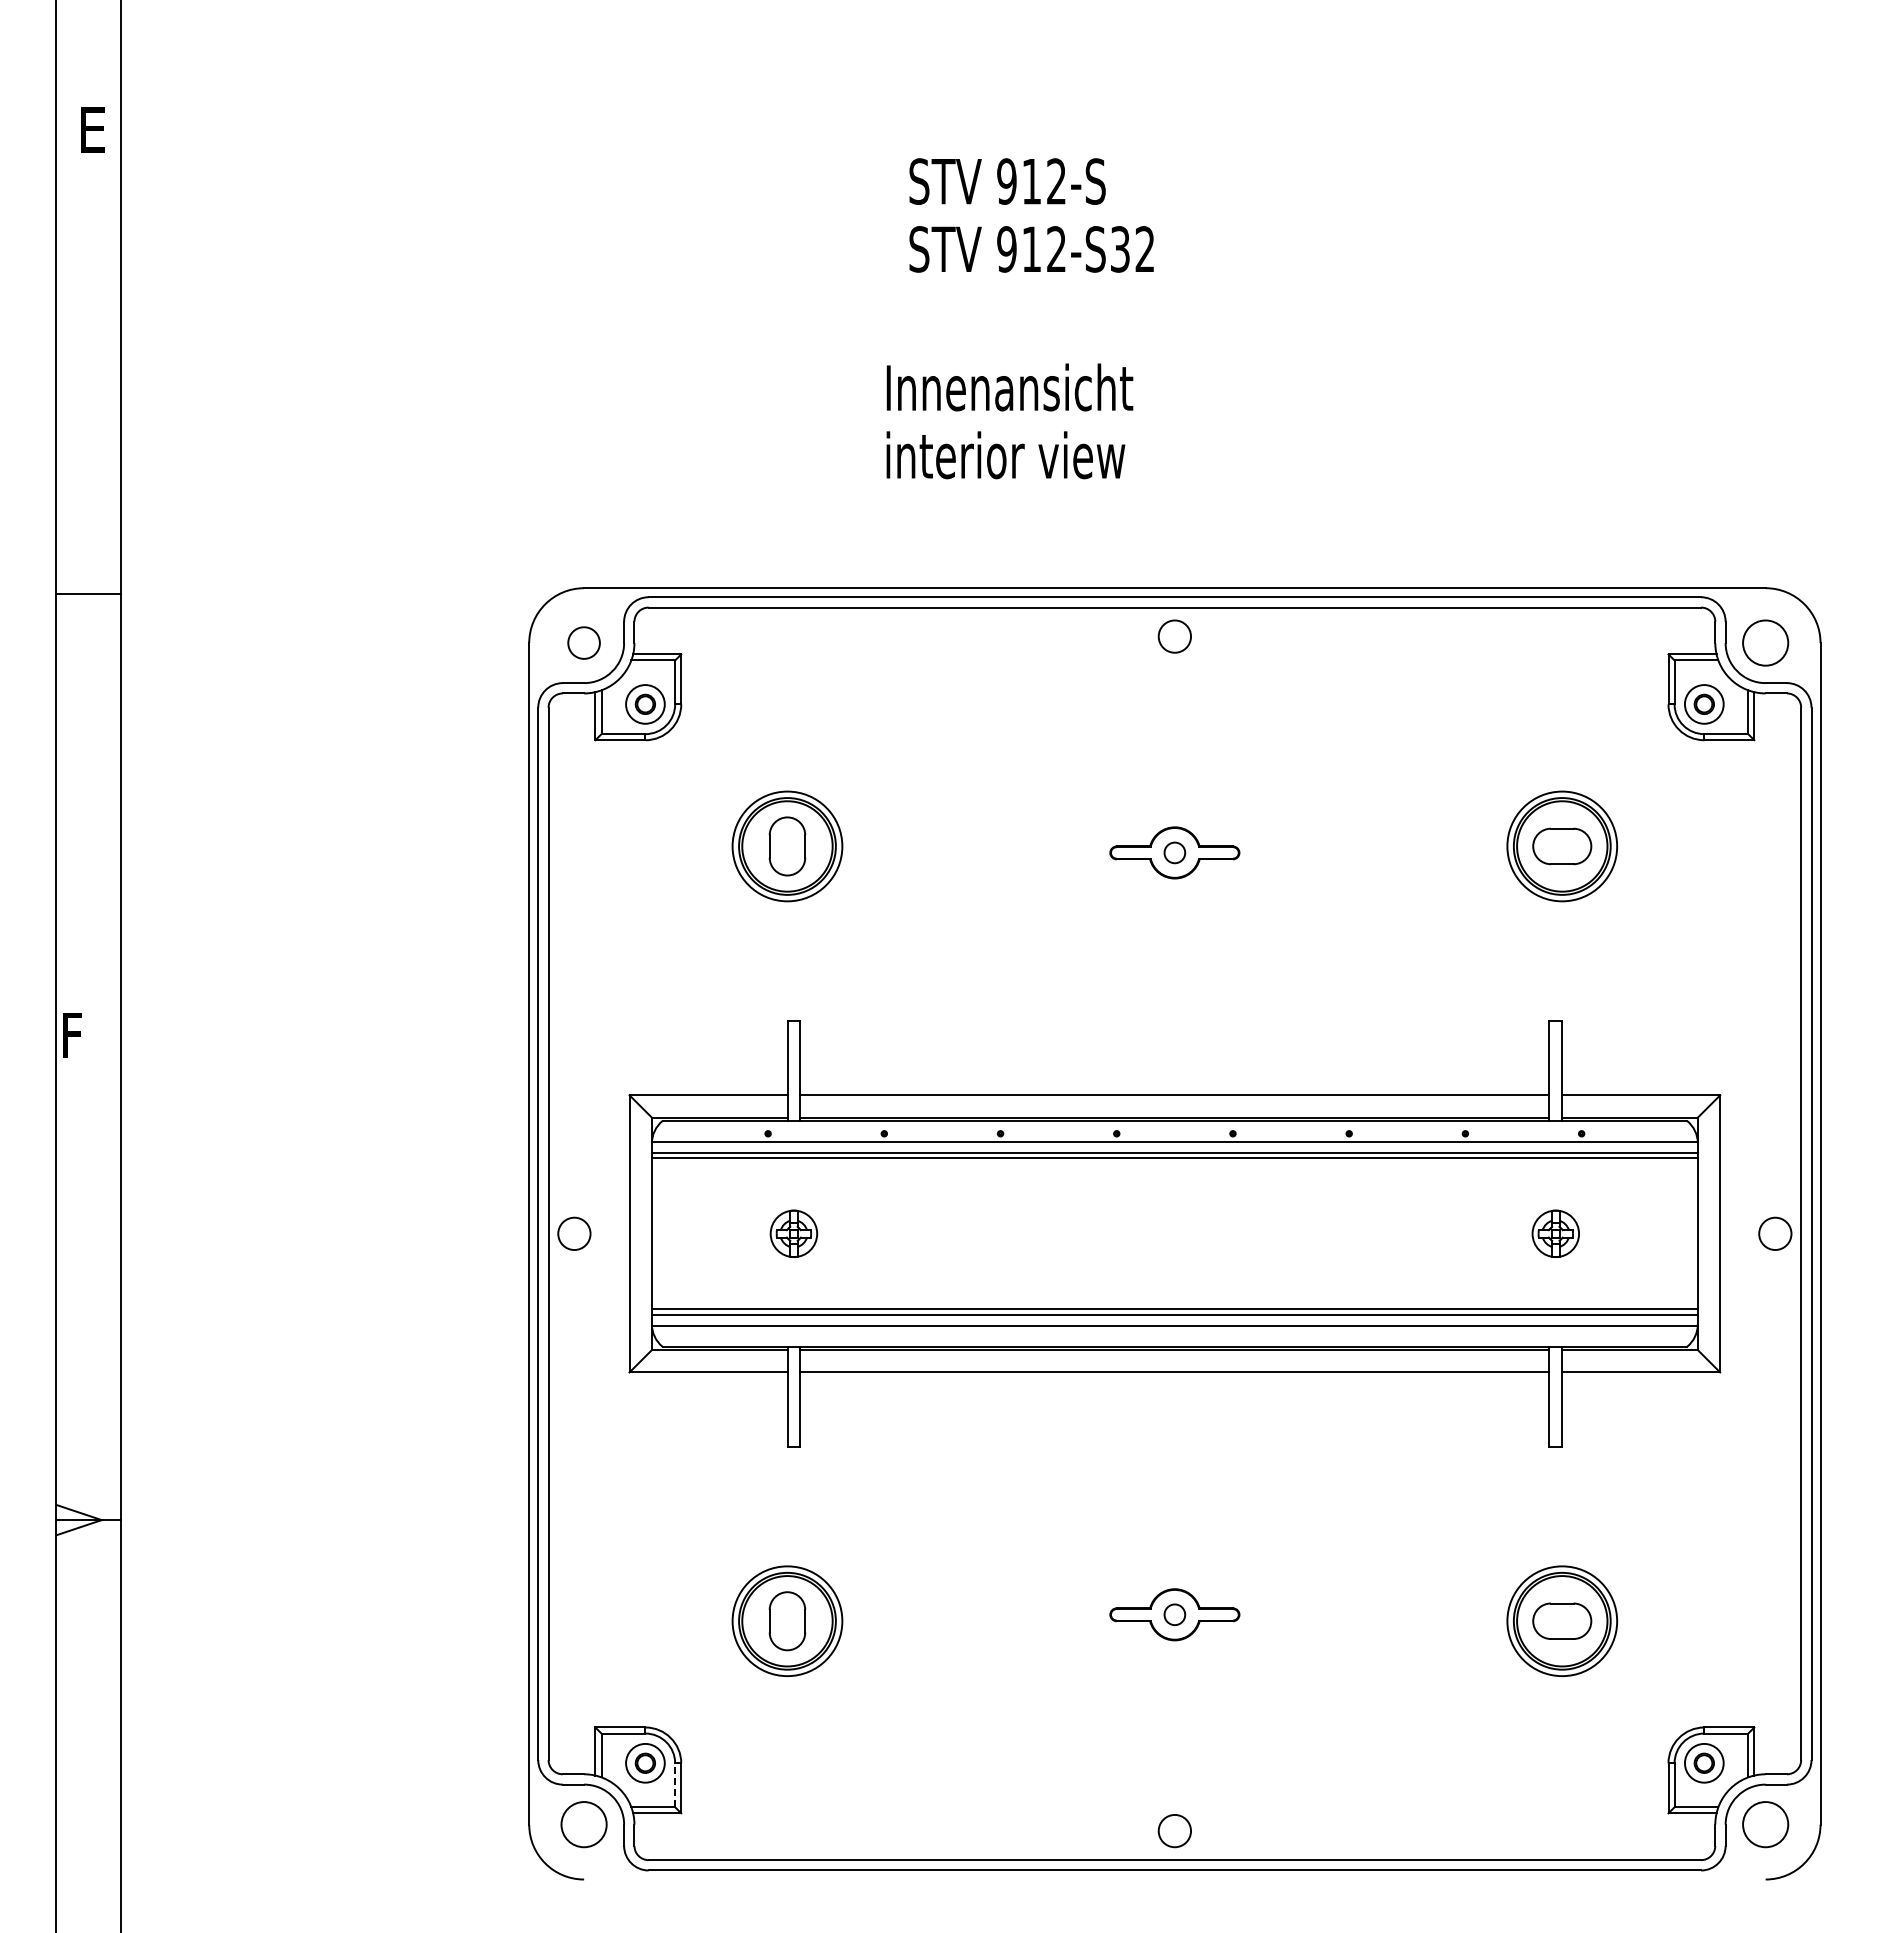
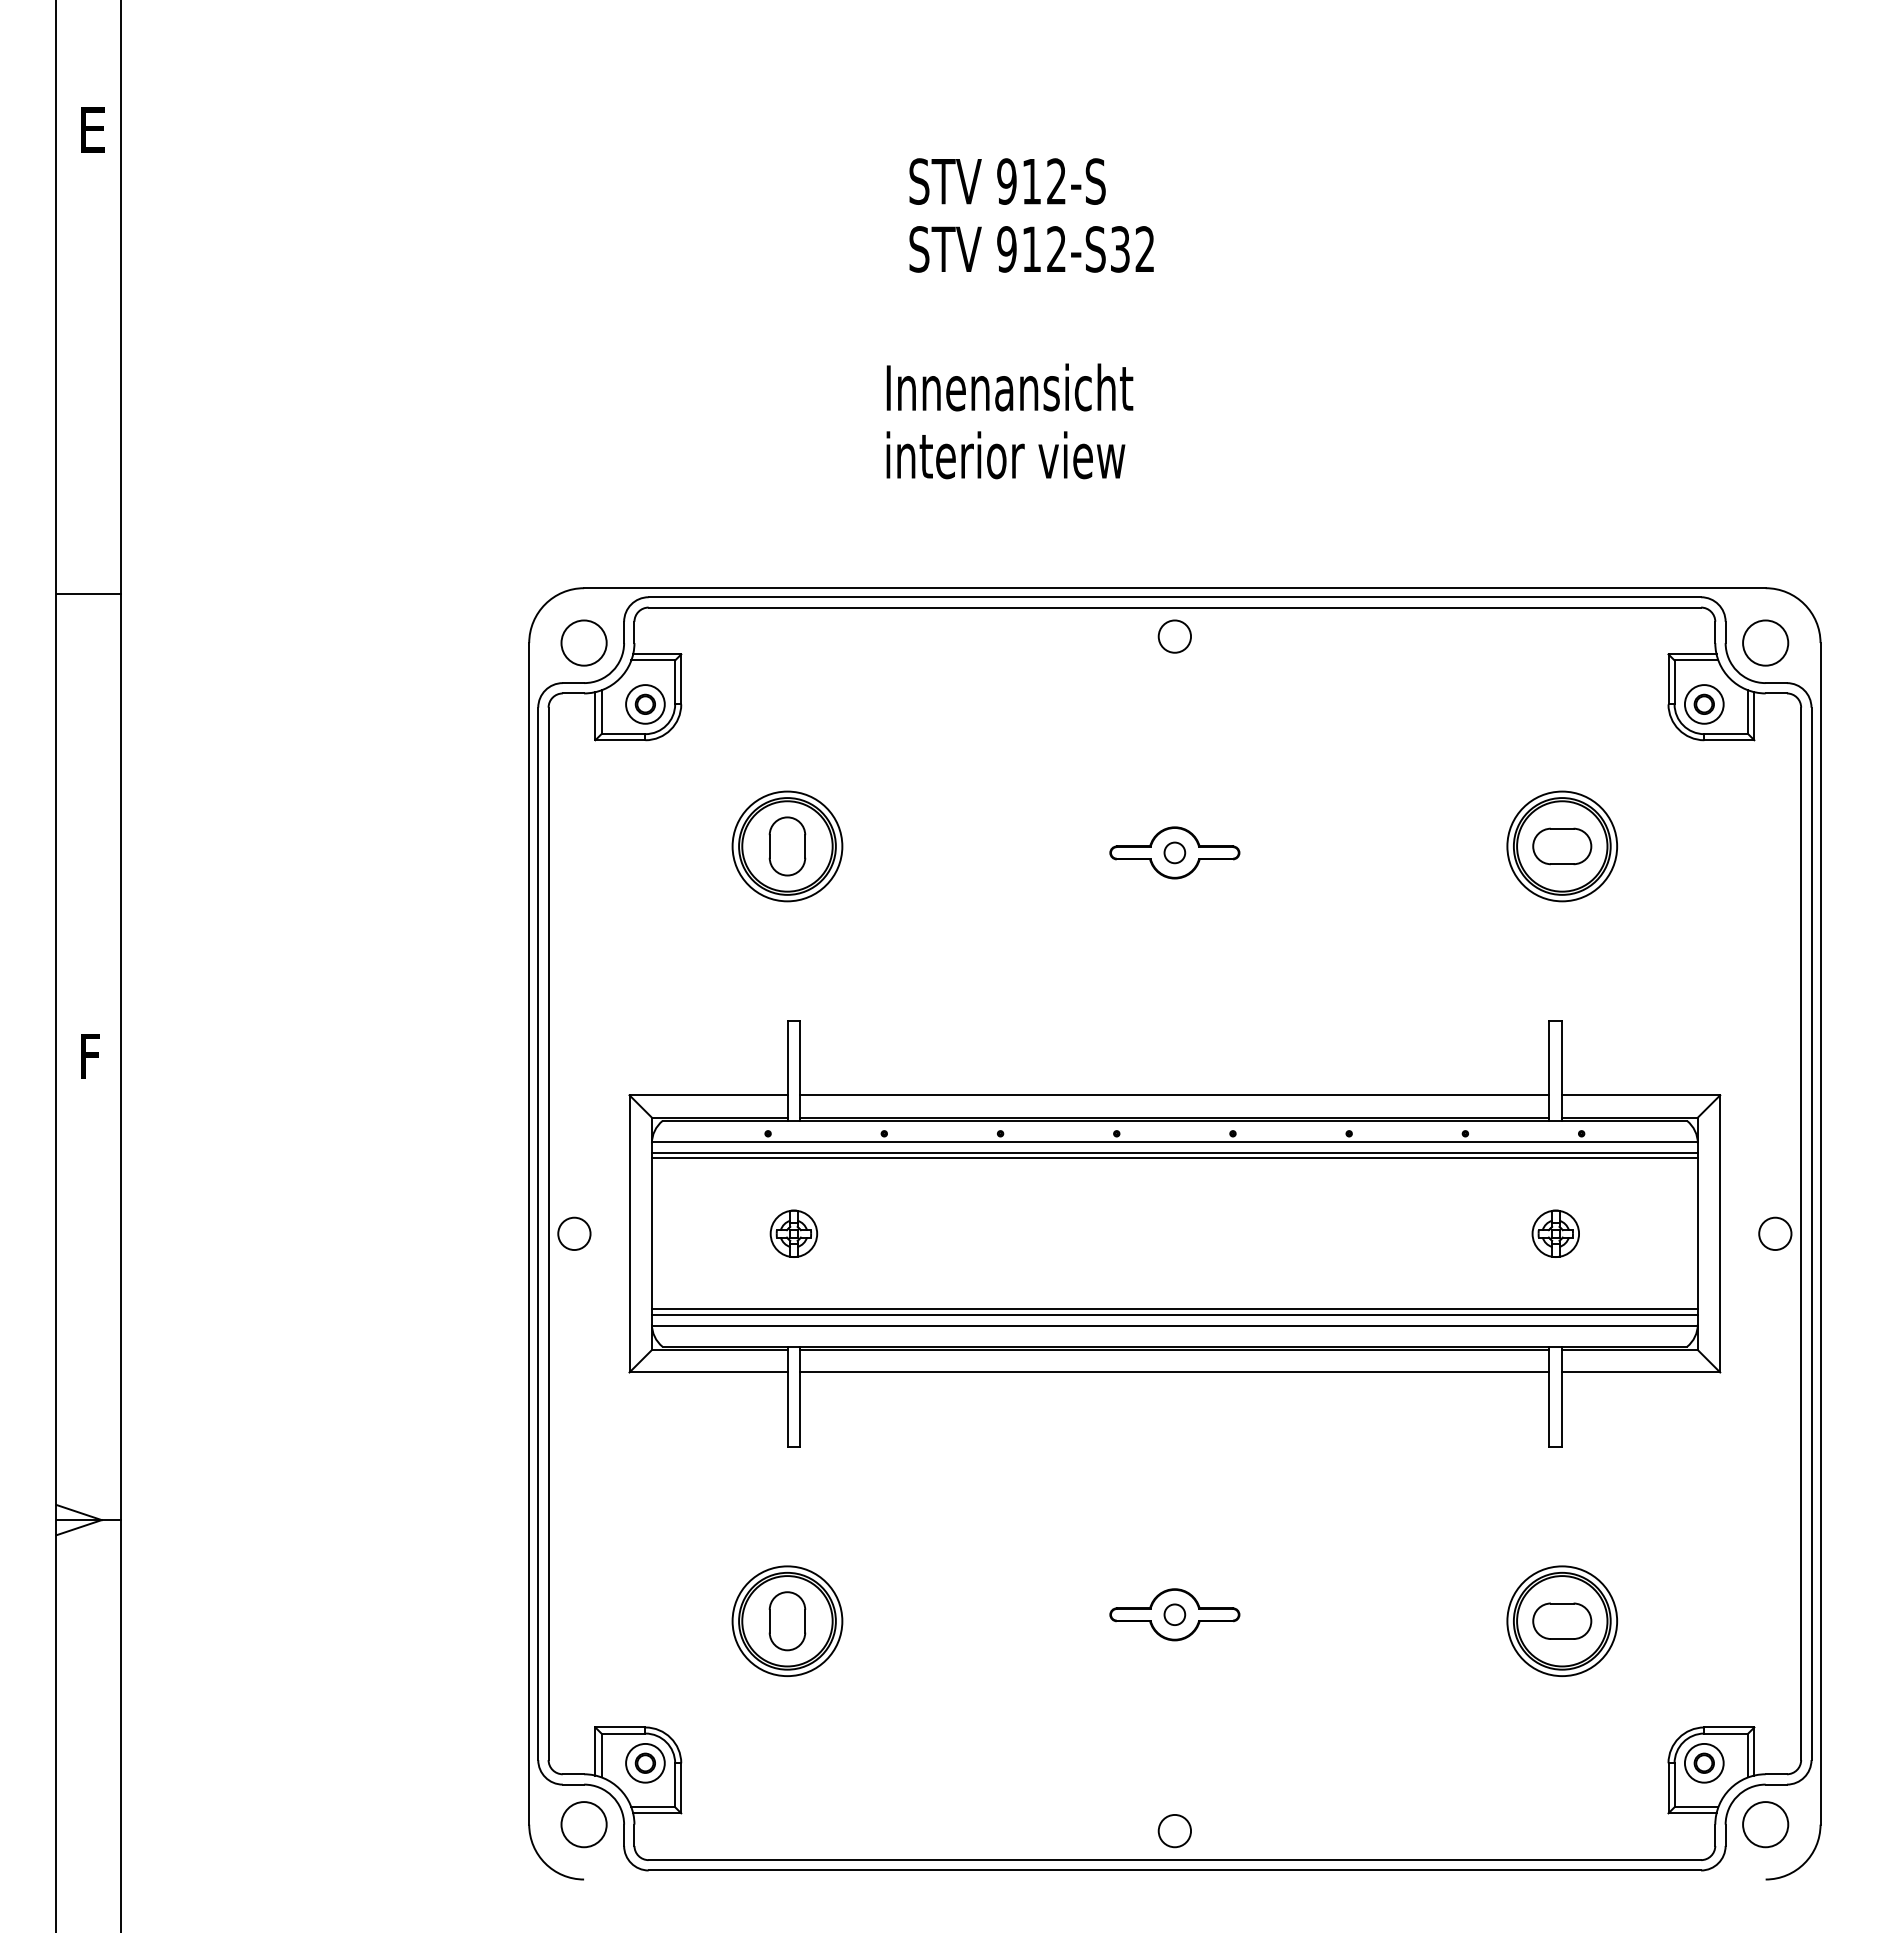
circle at (583, 642) diameter: 32 px -> 45 px
text at (72, 1035) position: (72, 1035) -> (90, 1056)
line at (675, 1785): dashed -> solid
